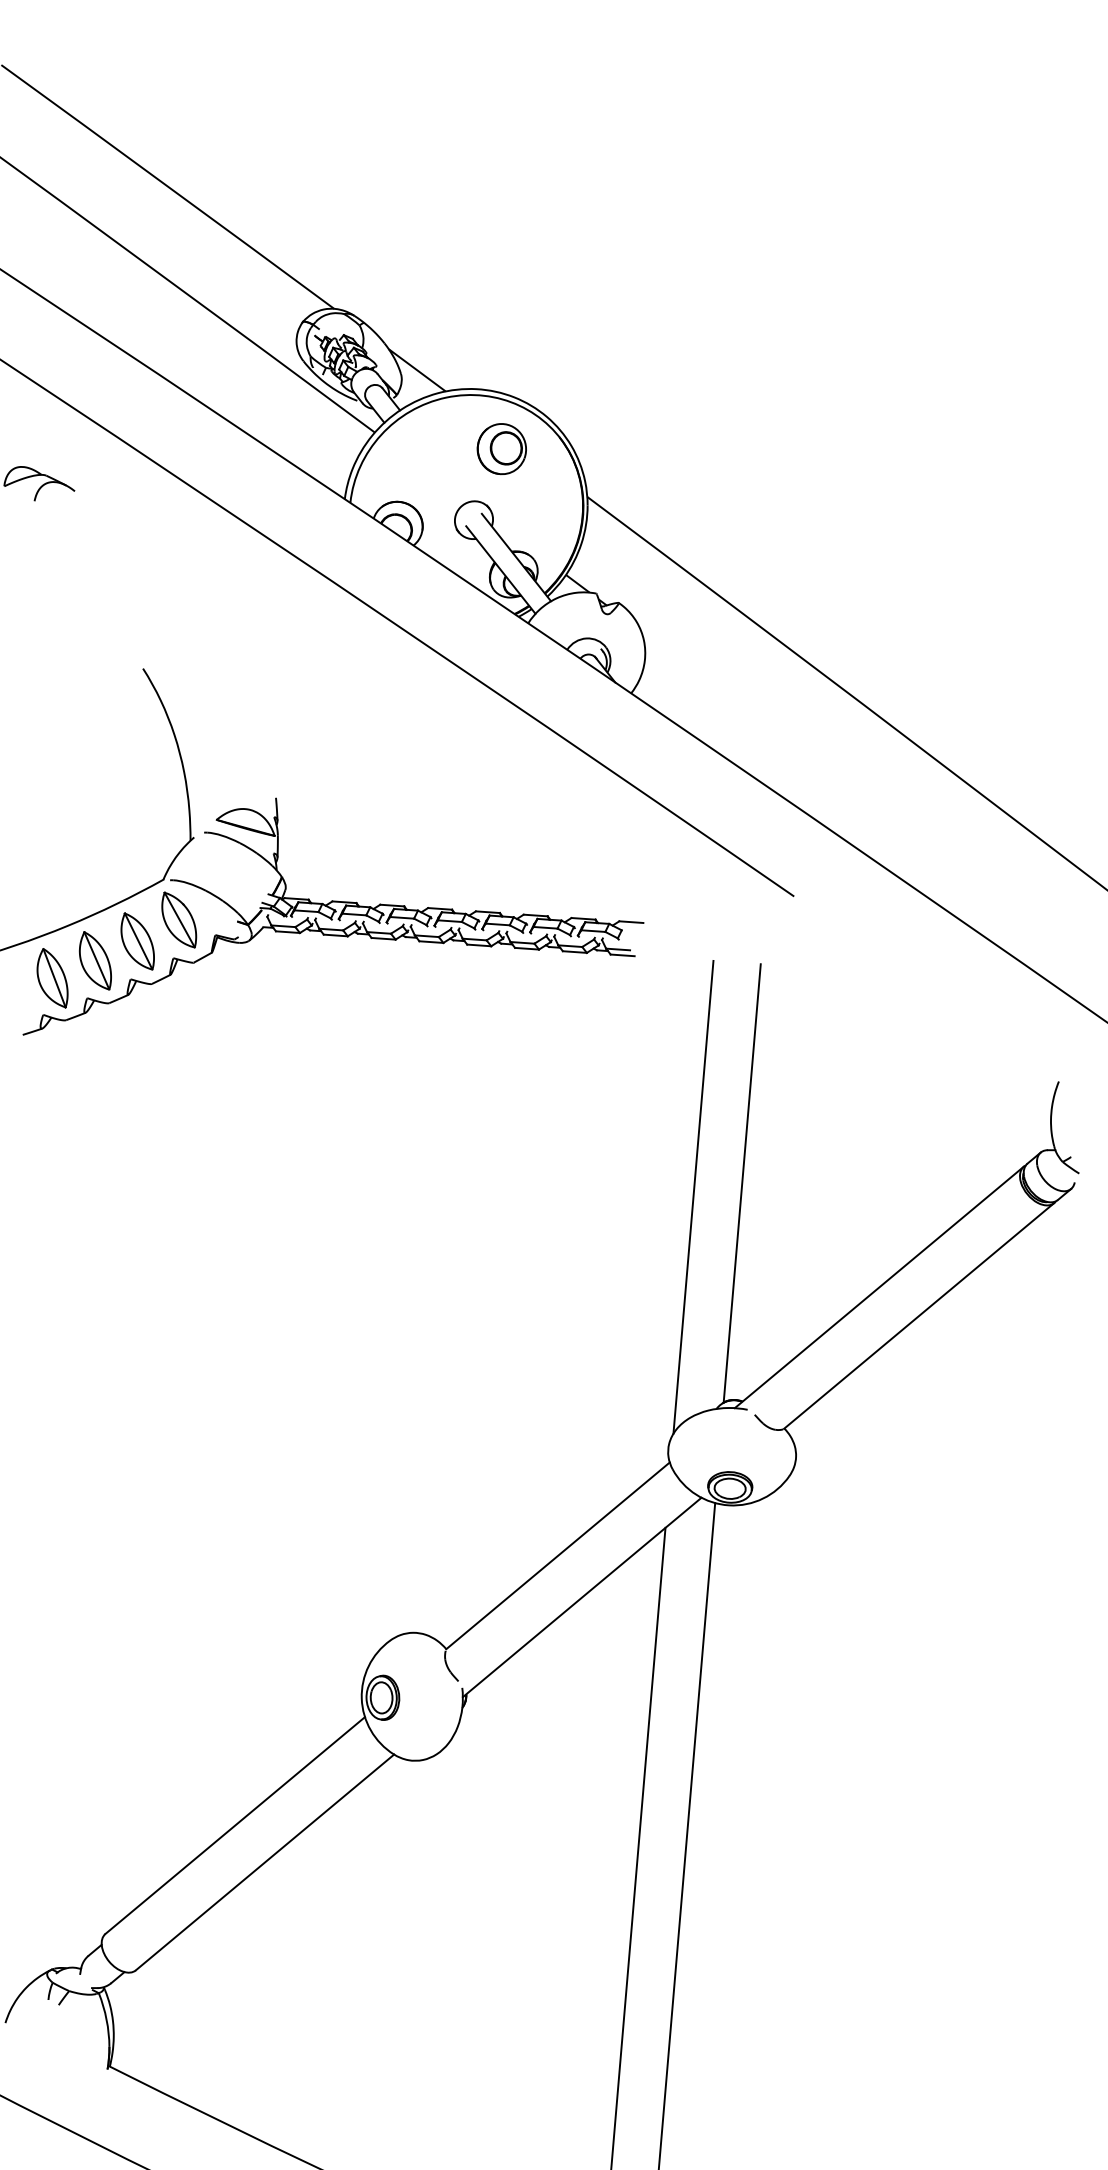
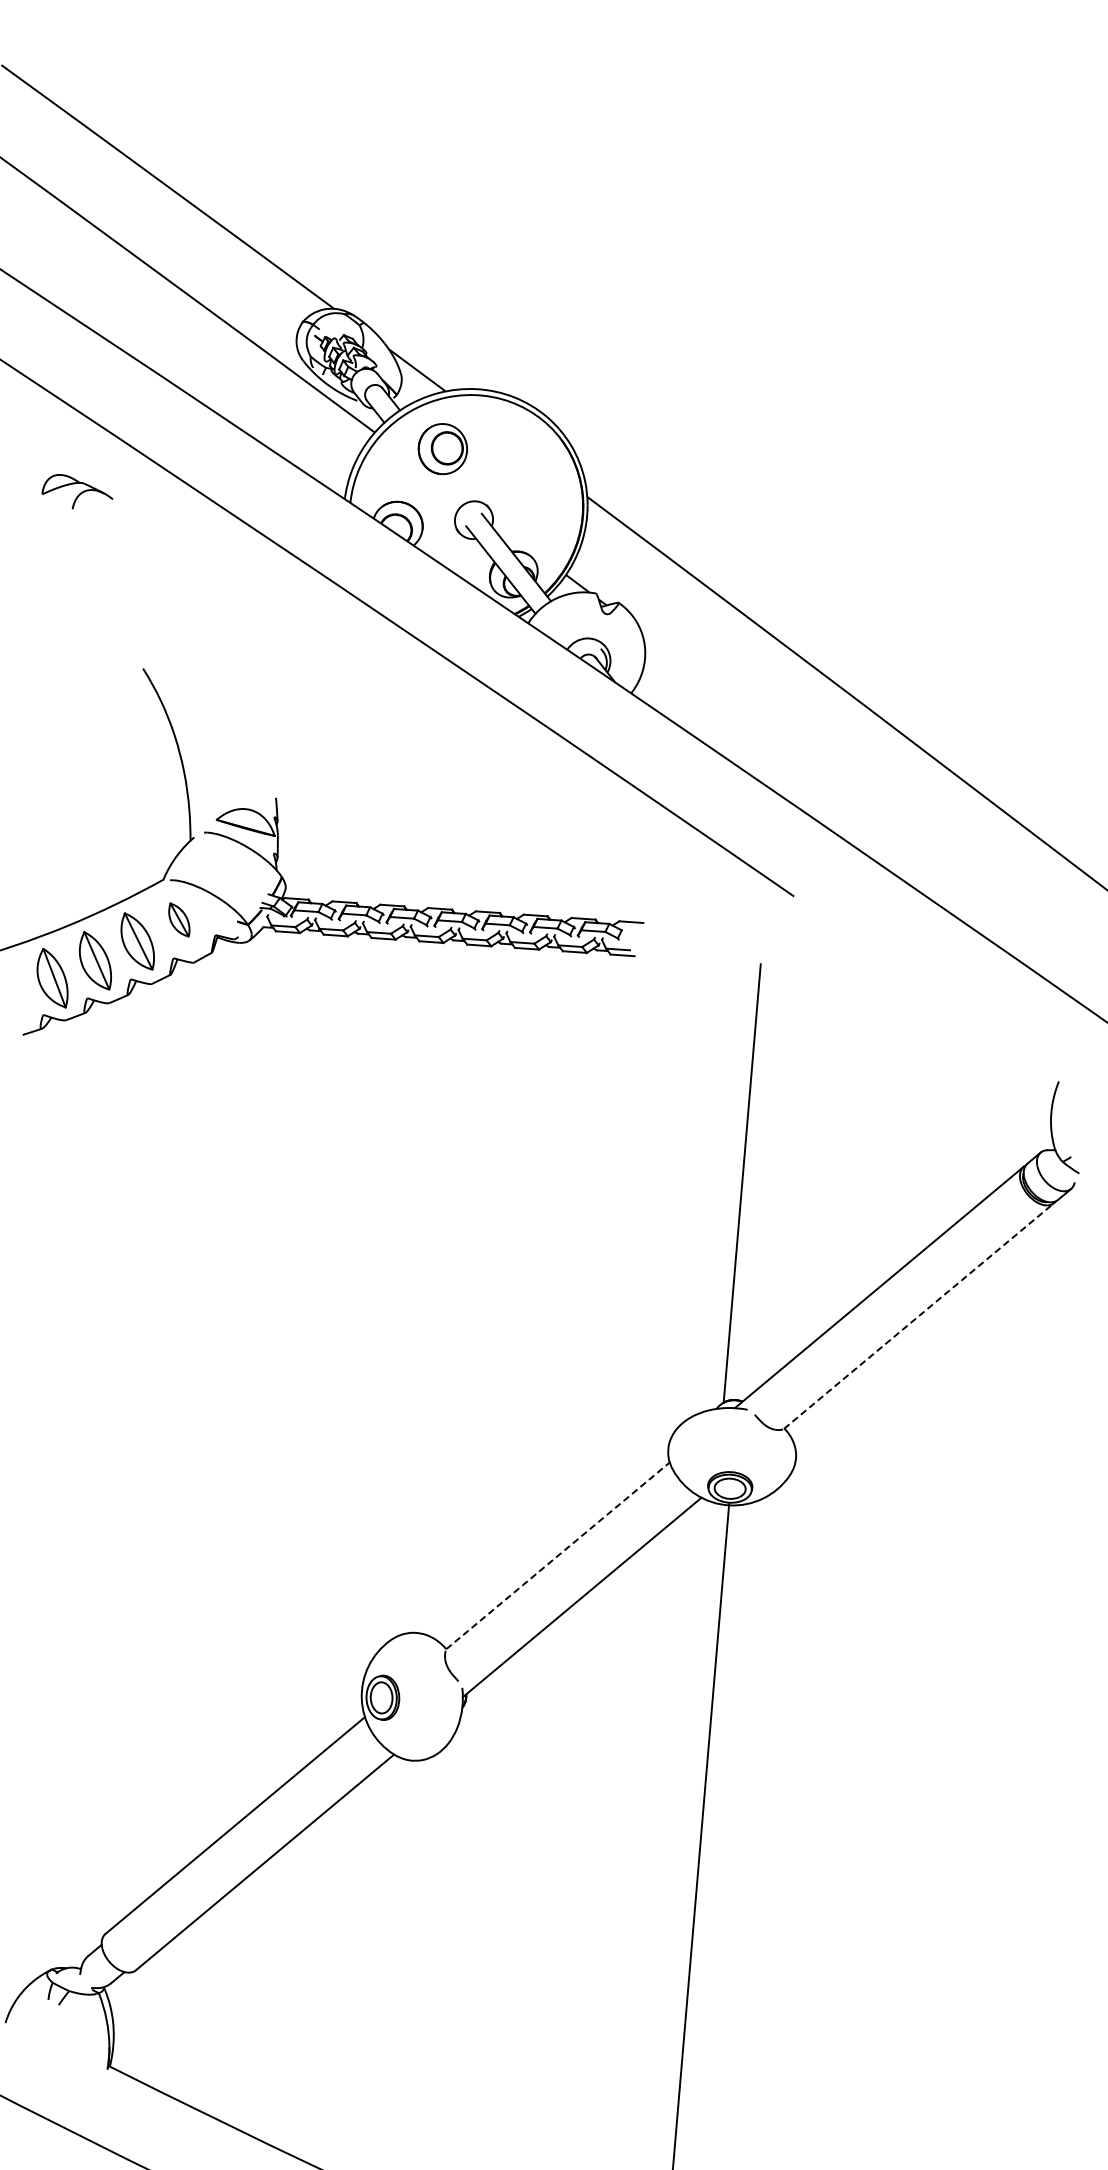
part at (501, 449) position: (501, 449) -> (442, 449)
part at (39, 483) position: (39, 483) -> (77, 491)
part at (179, 919) size: 37x58 px -> 23x36 px
line at (693, 1196): present -> none
line at (919, 1315): solid -> dashed
line at (558, 1555): solid -> dashed
line at (687, 1834) position: (687, 1834) -> (701, 1835)
line at (638, 1846): present -> none
